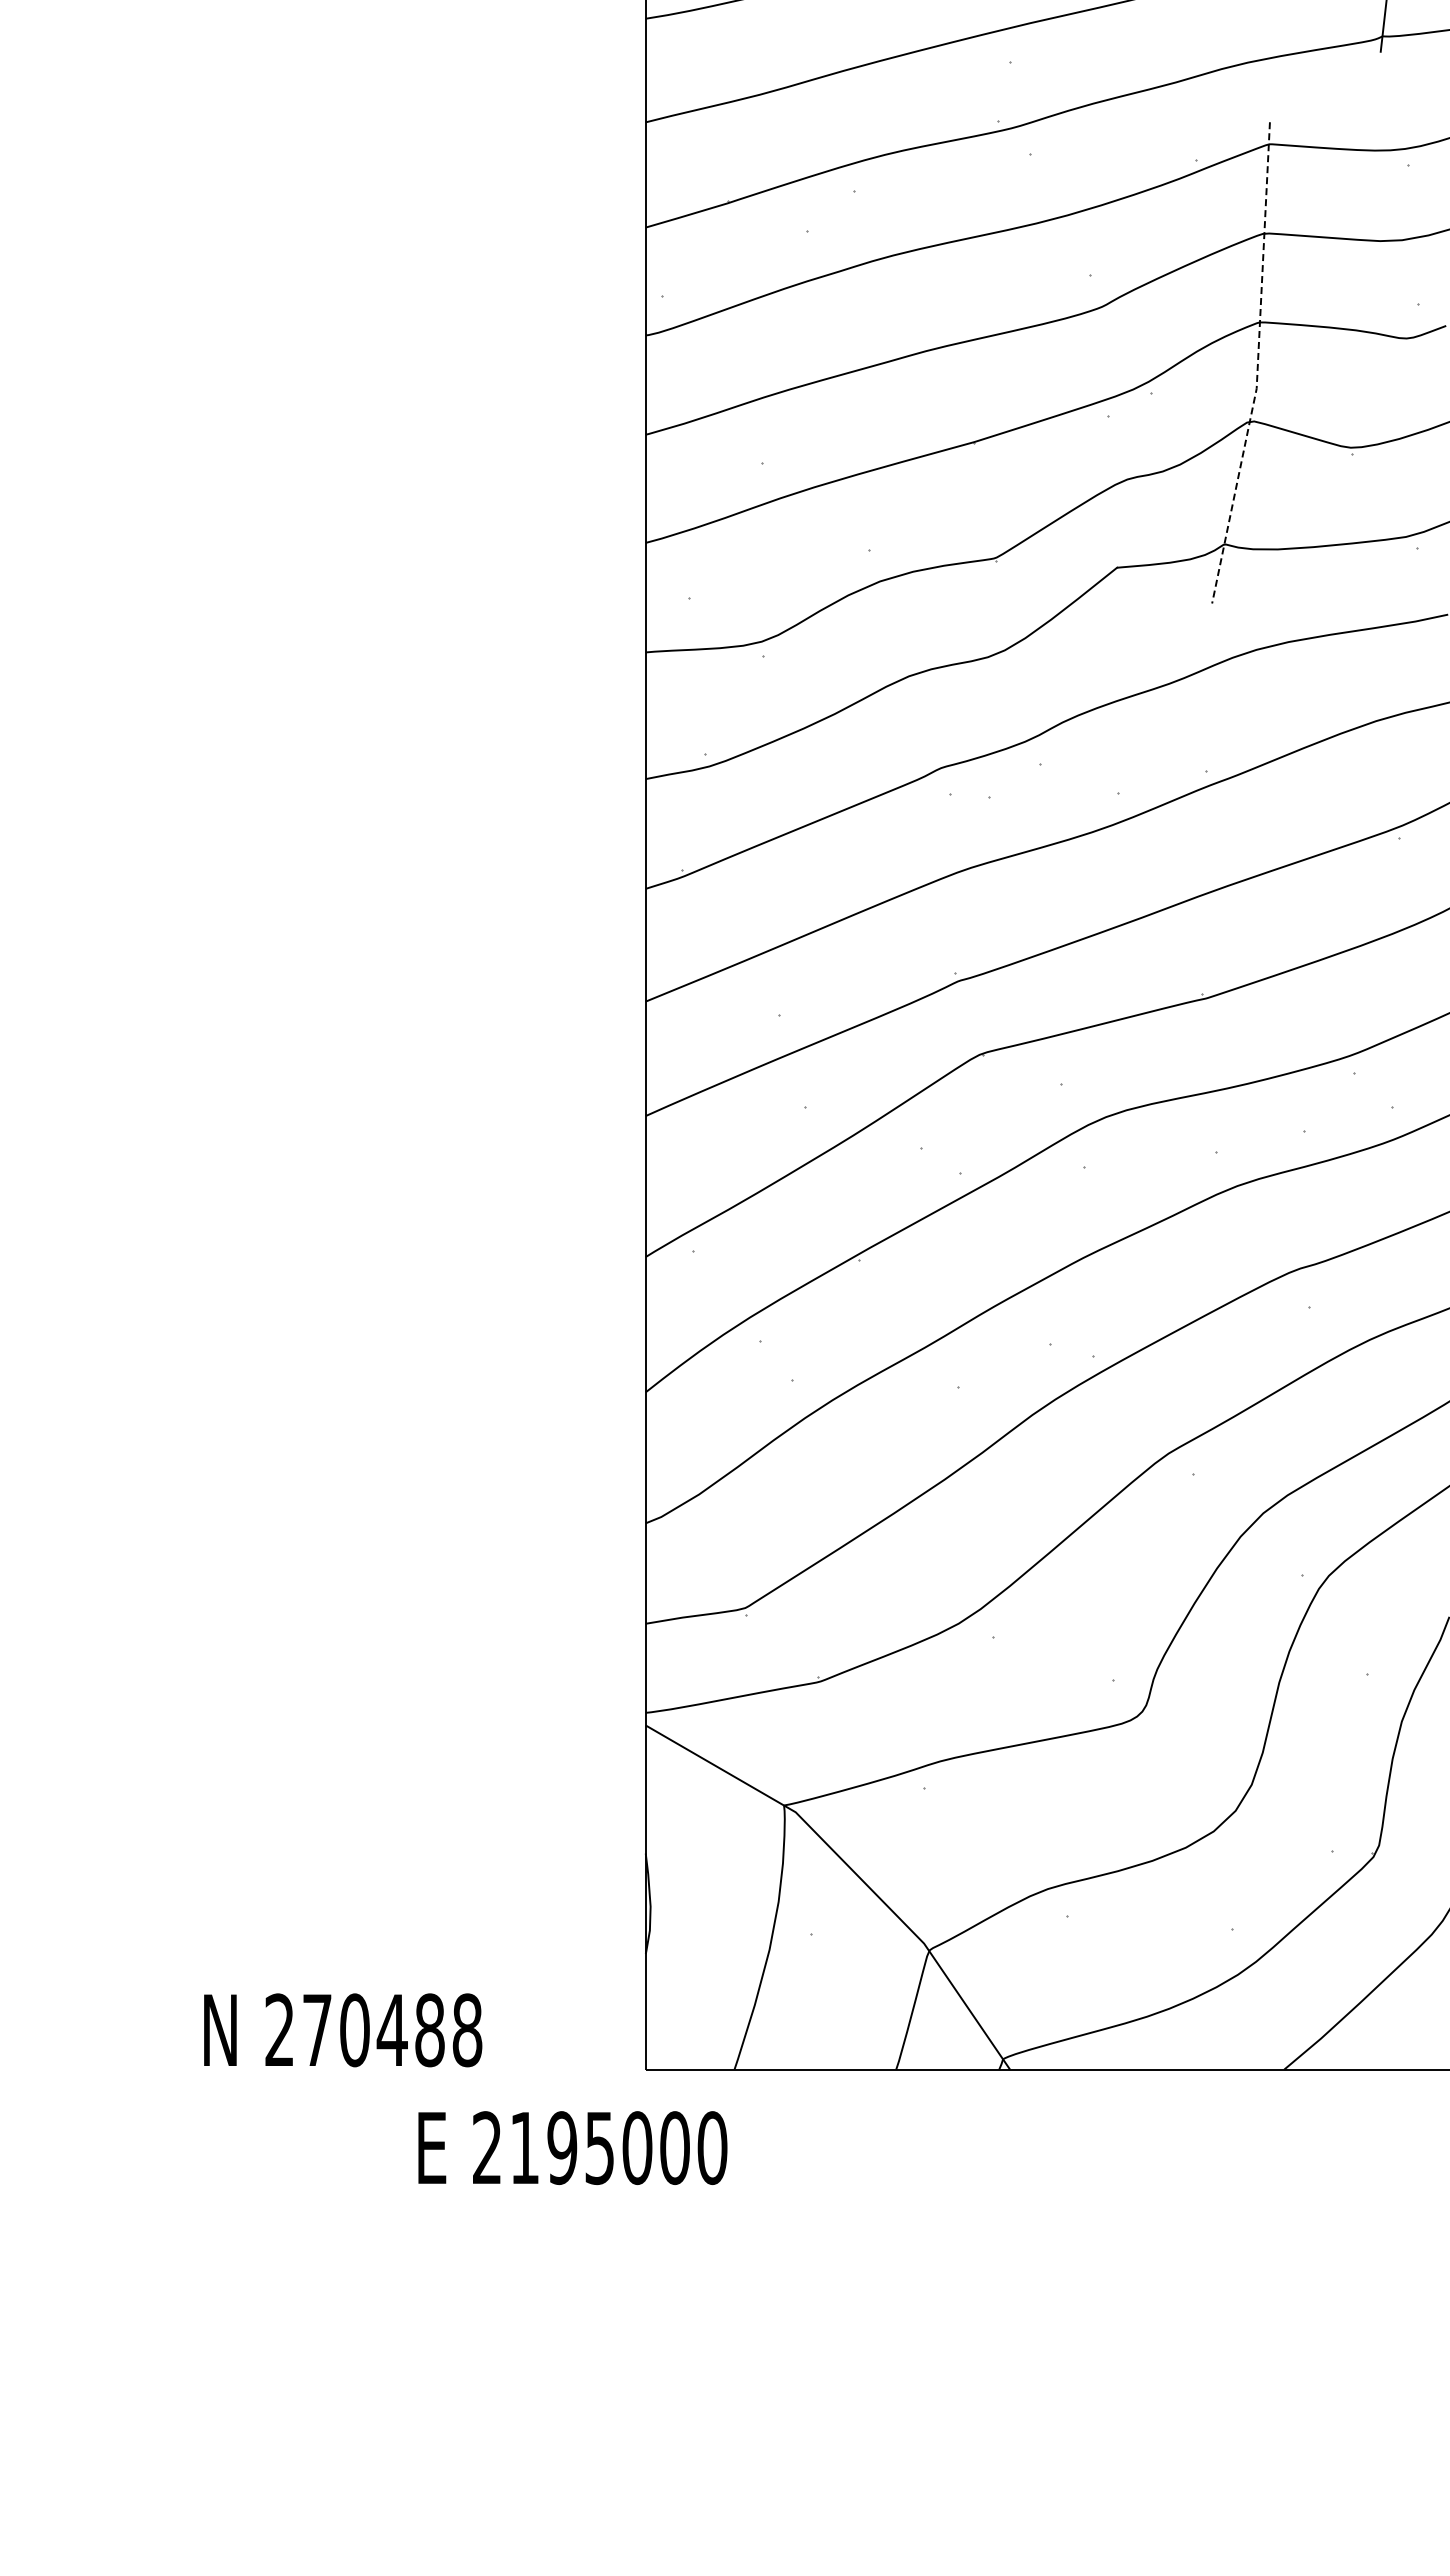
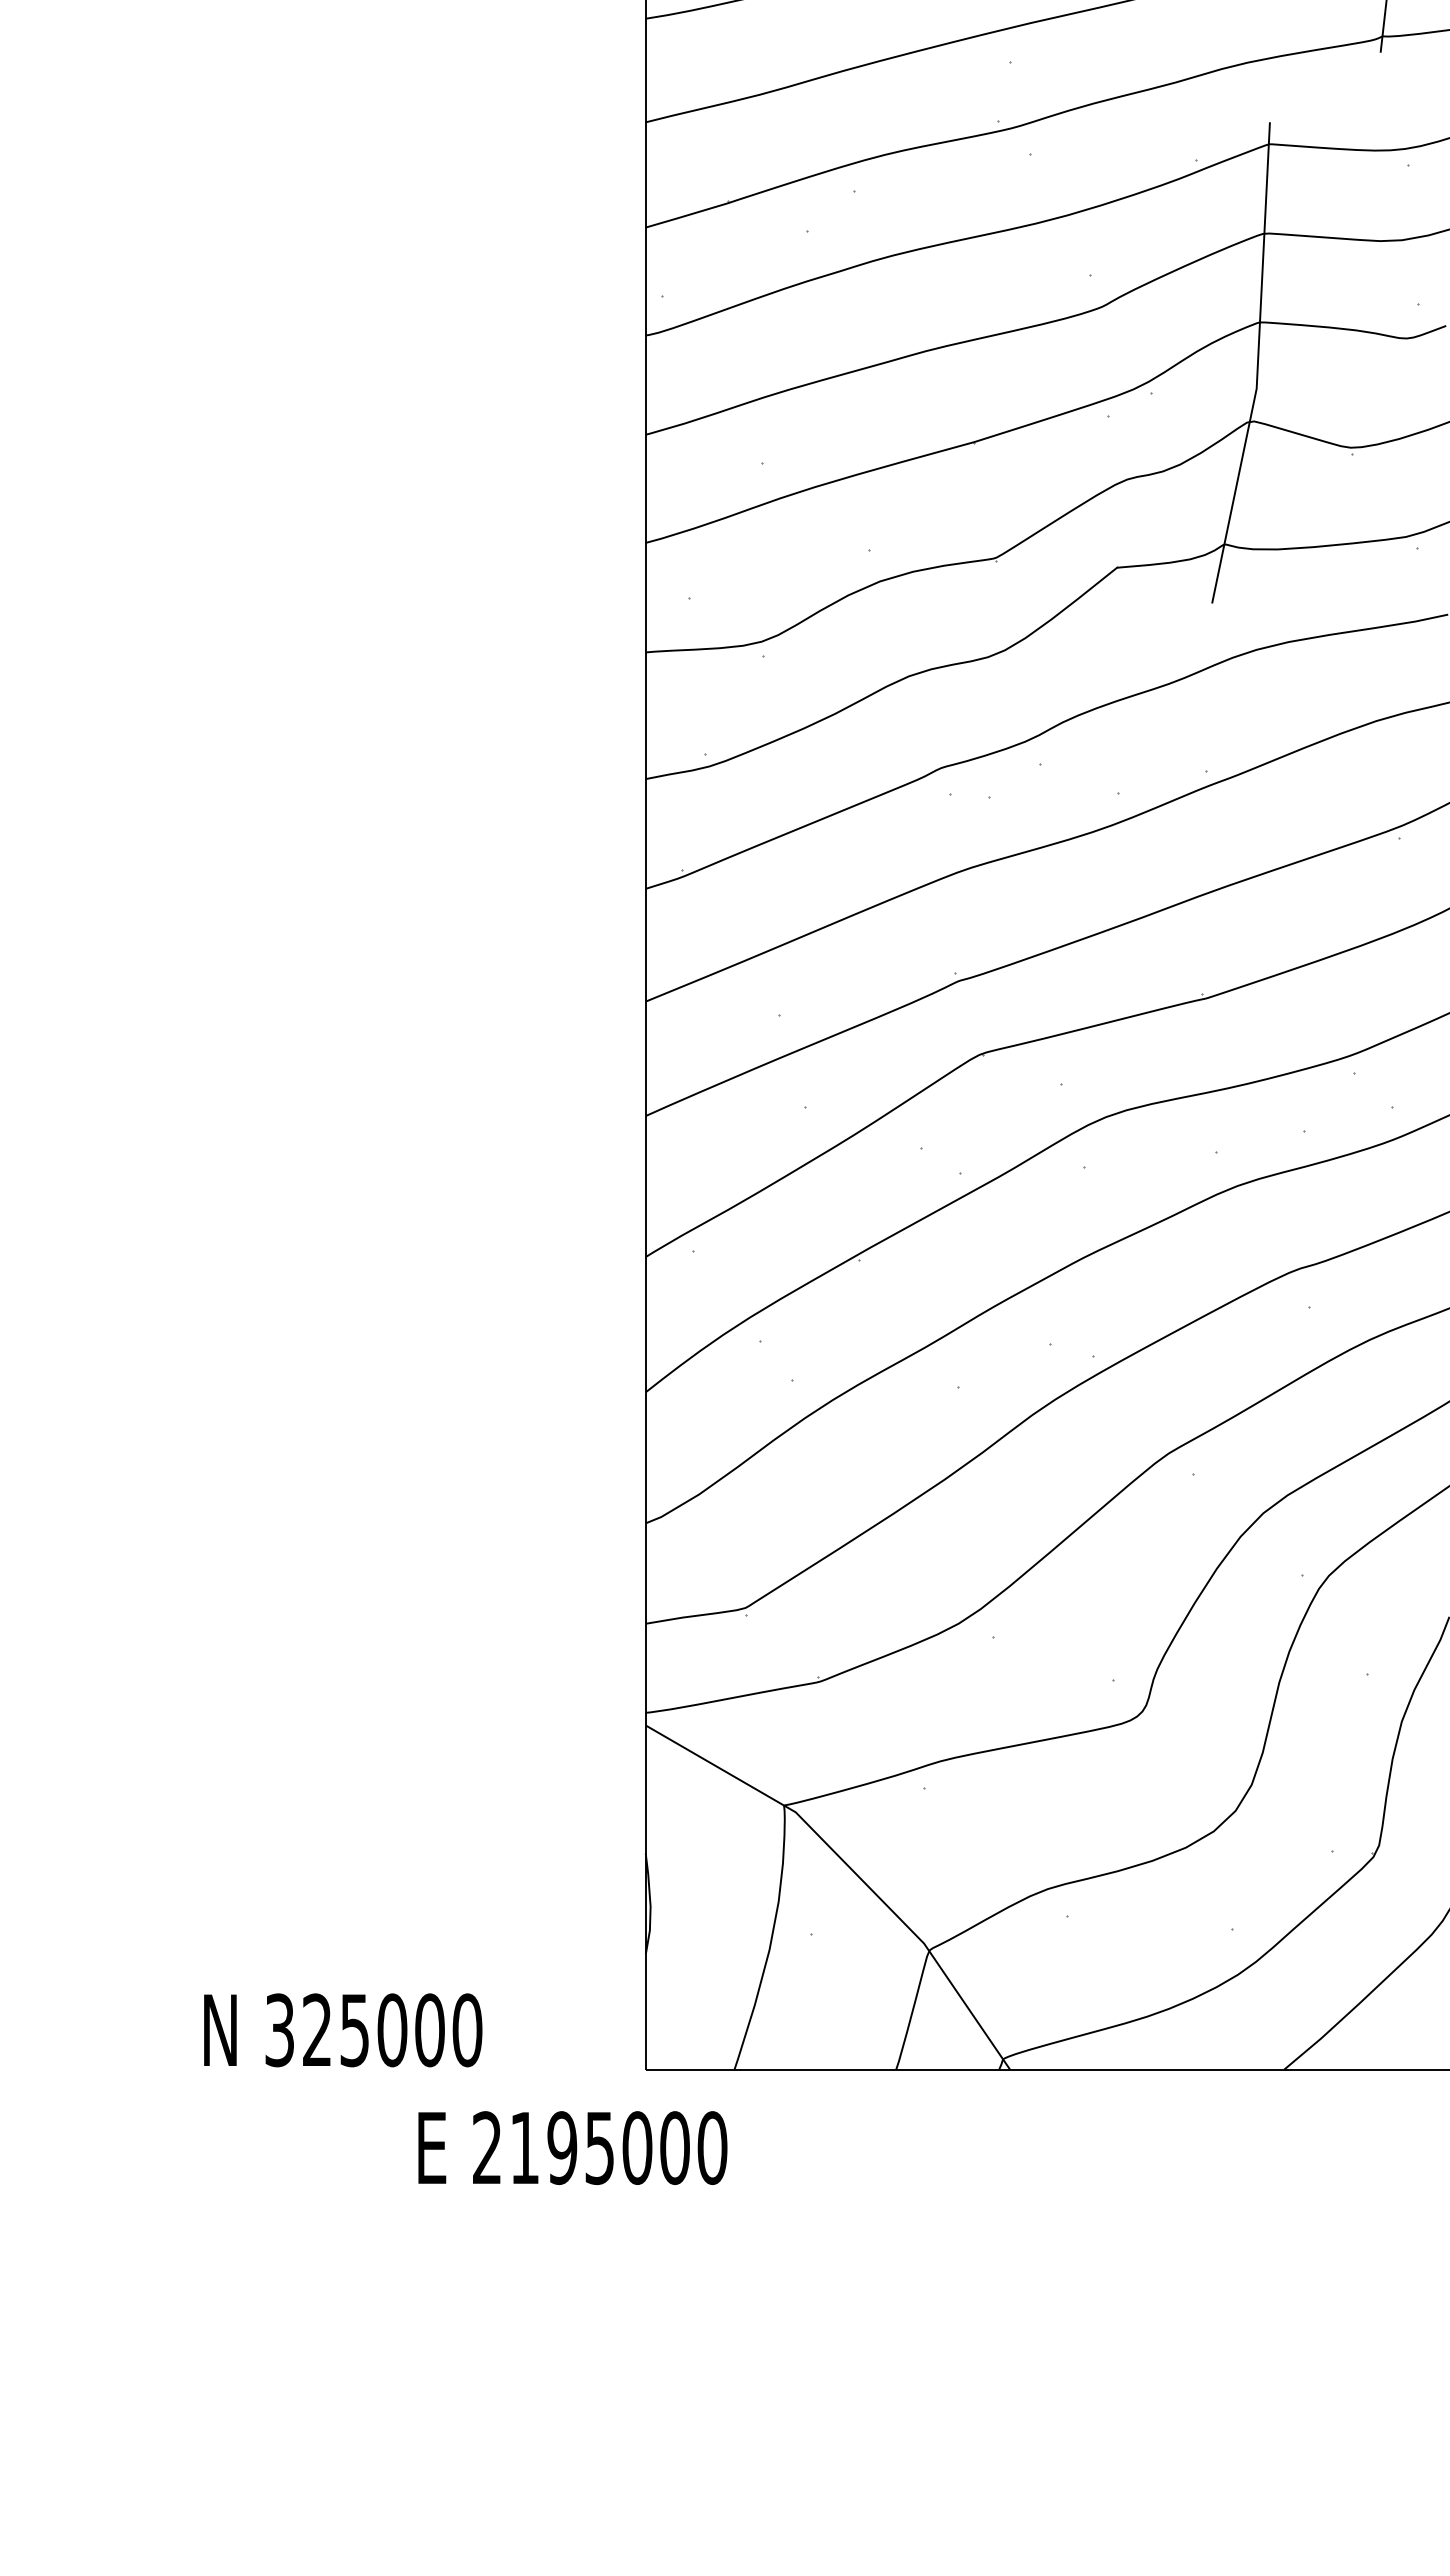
line at (1257, 365): dashed -> solid
text at (373, 2030): 270488 -> 325000
